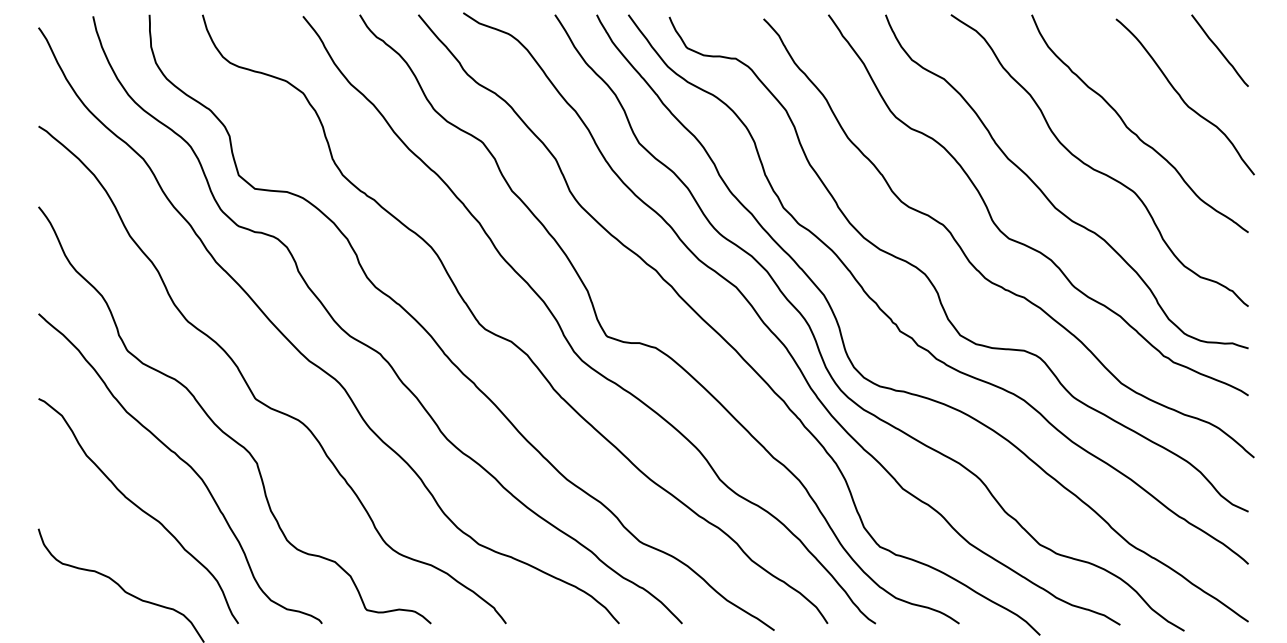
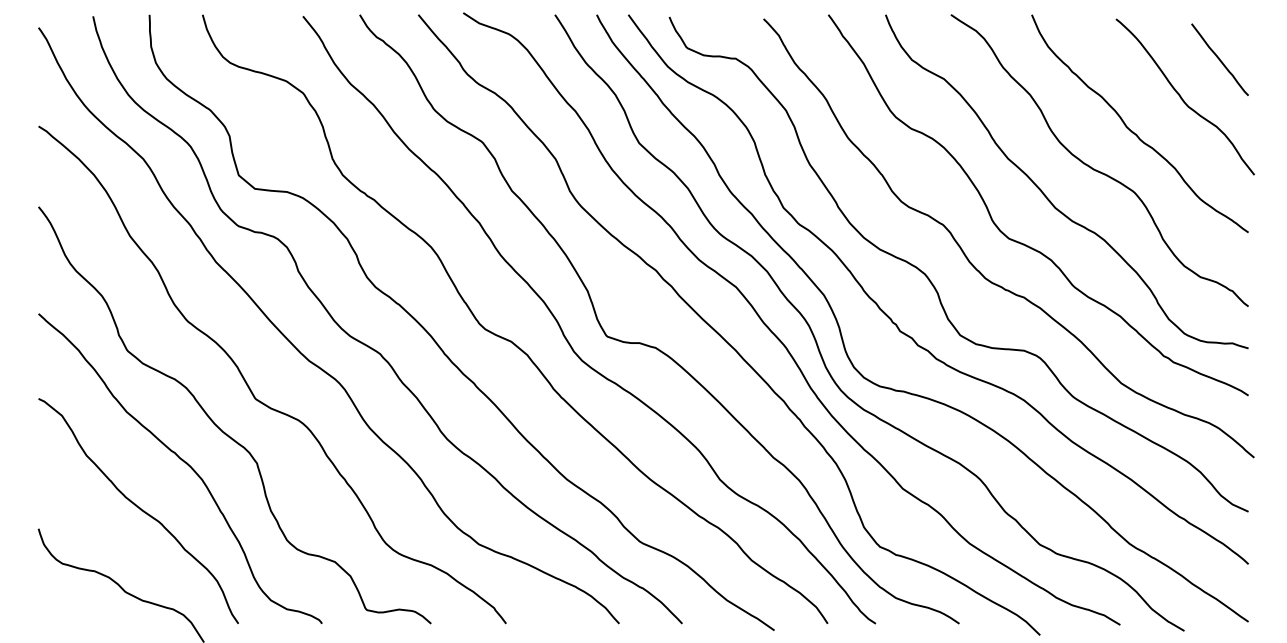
line at (1219, 50) position: (1219, 50) -> (1219, 59)
